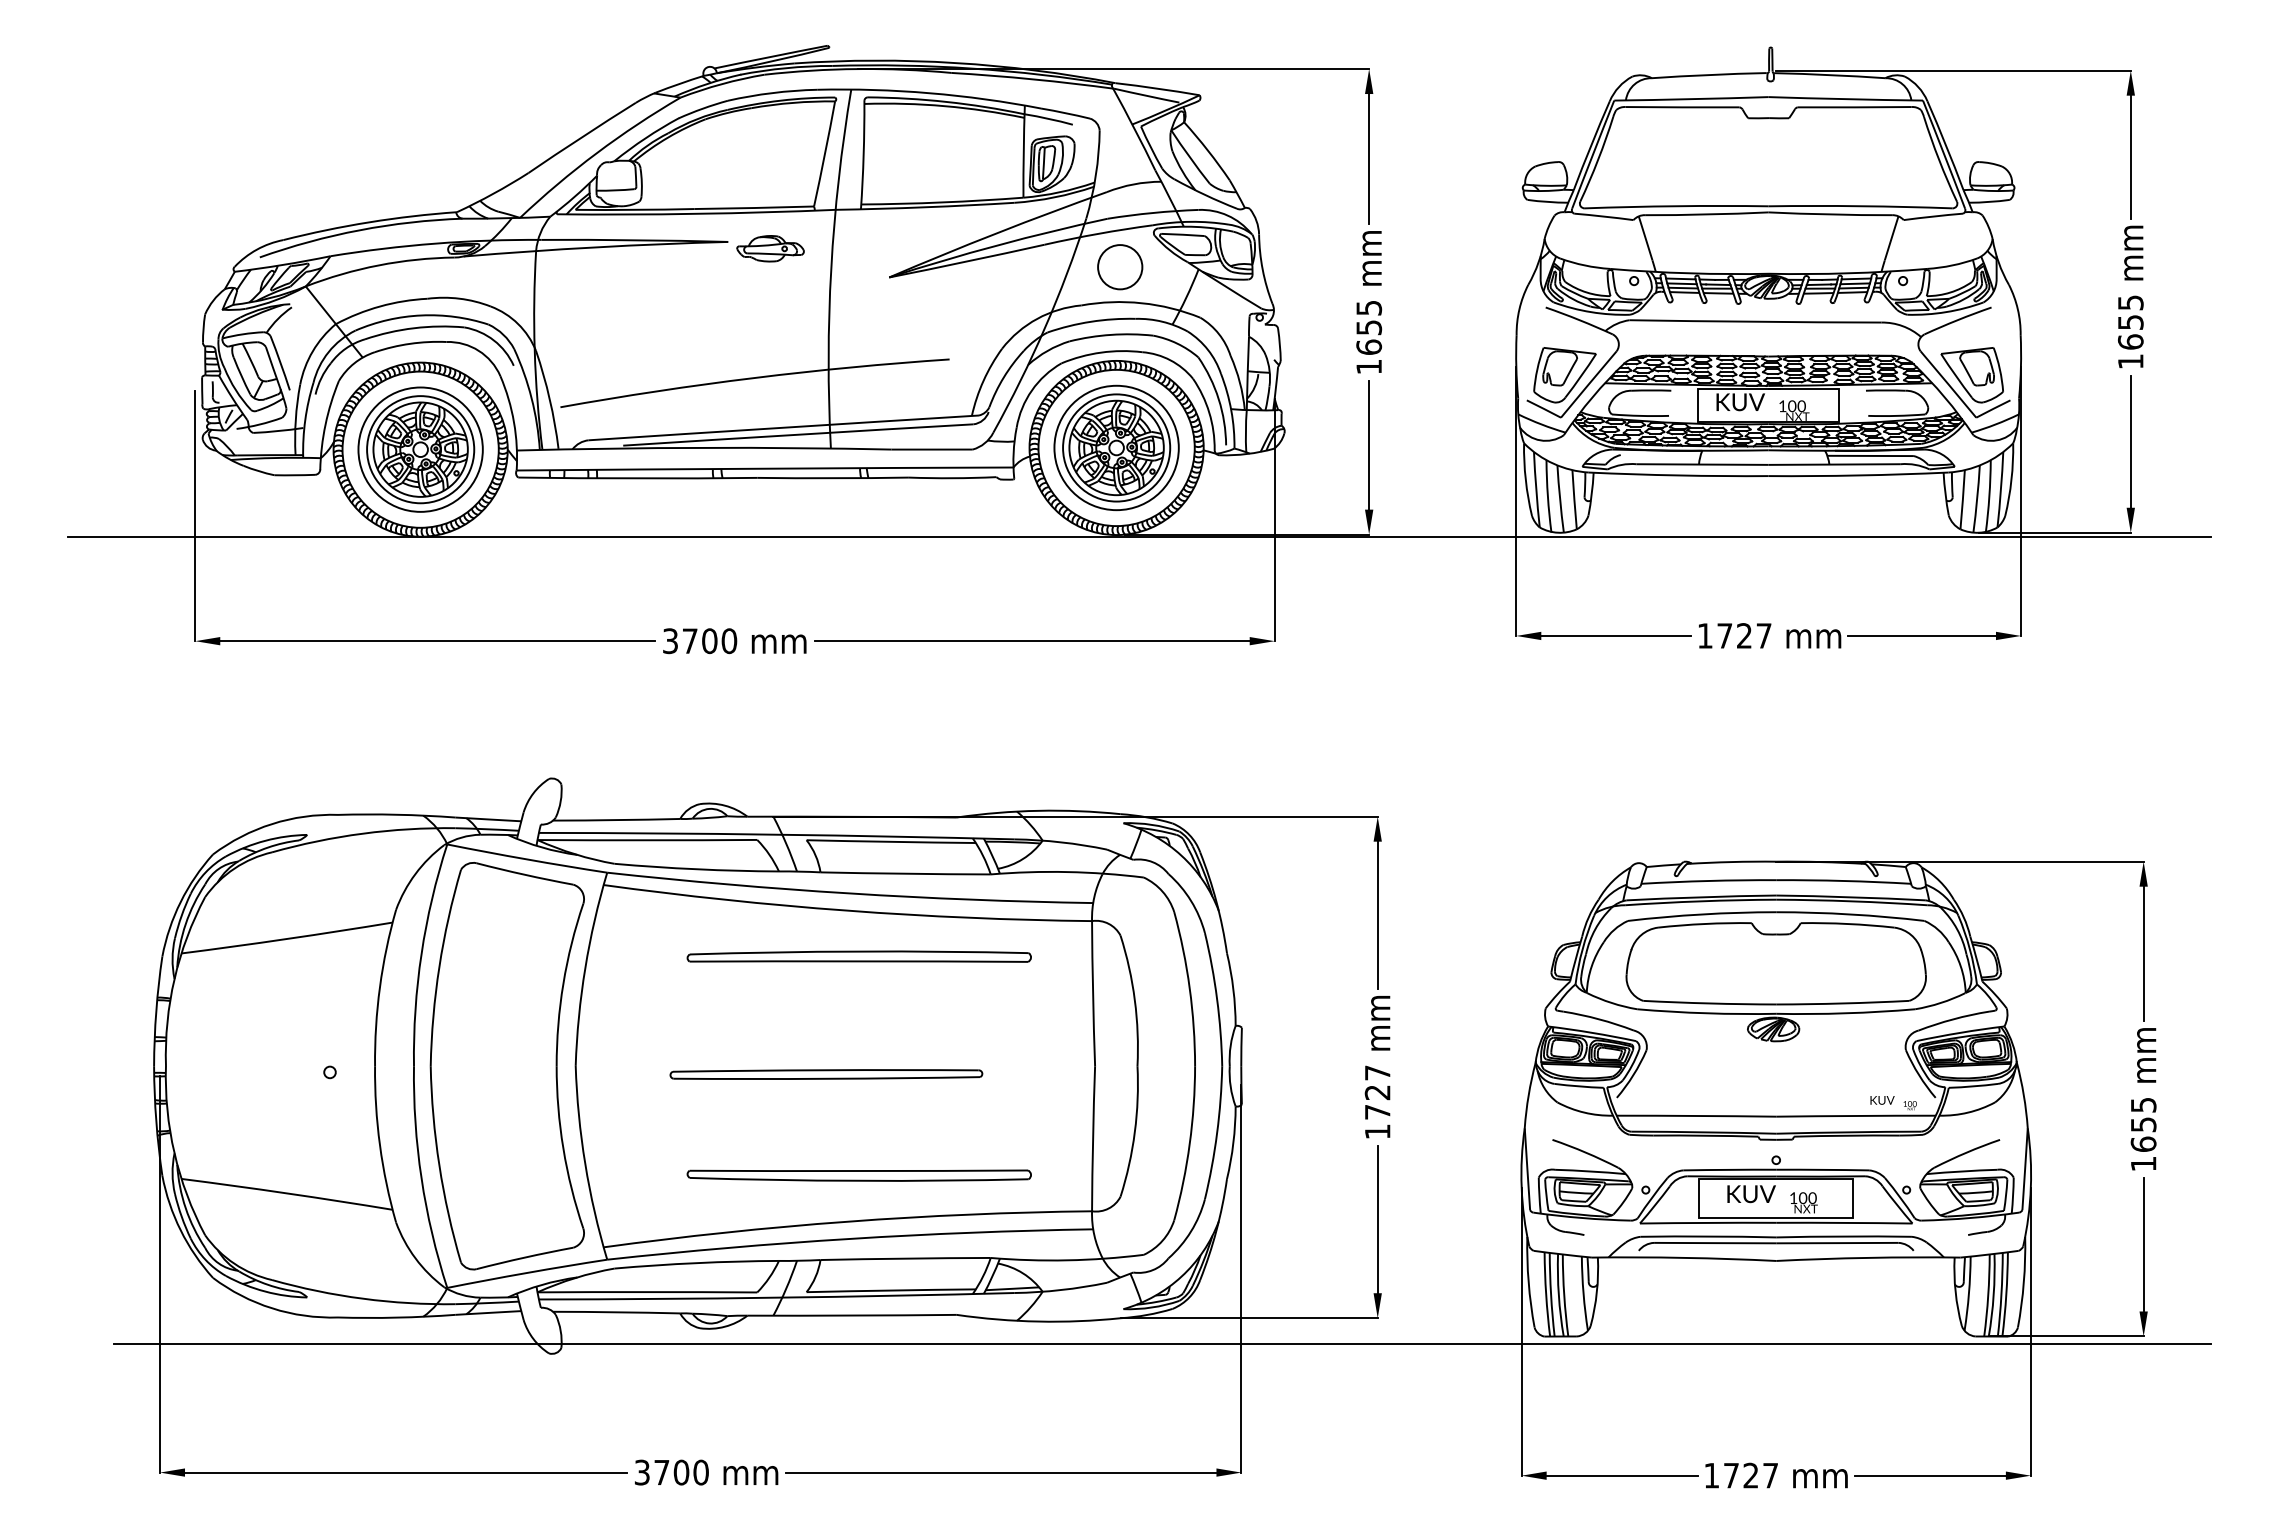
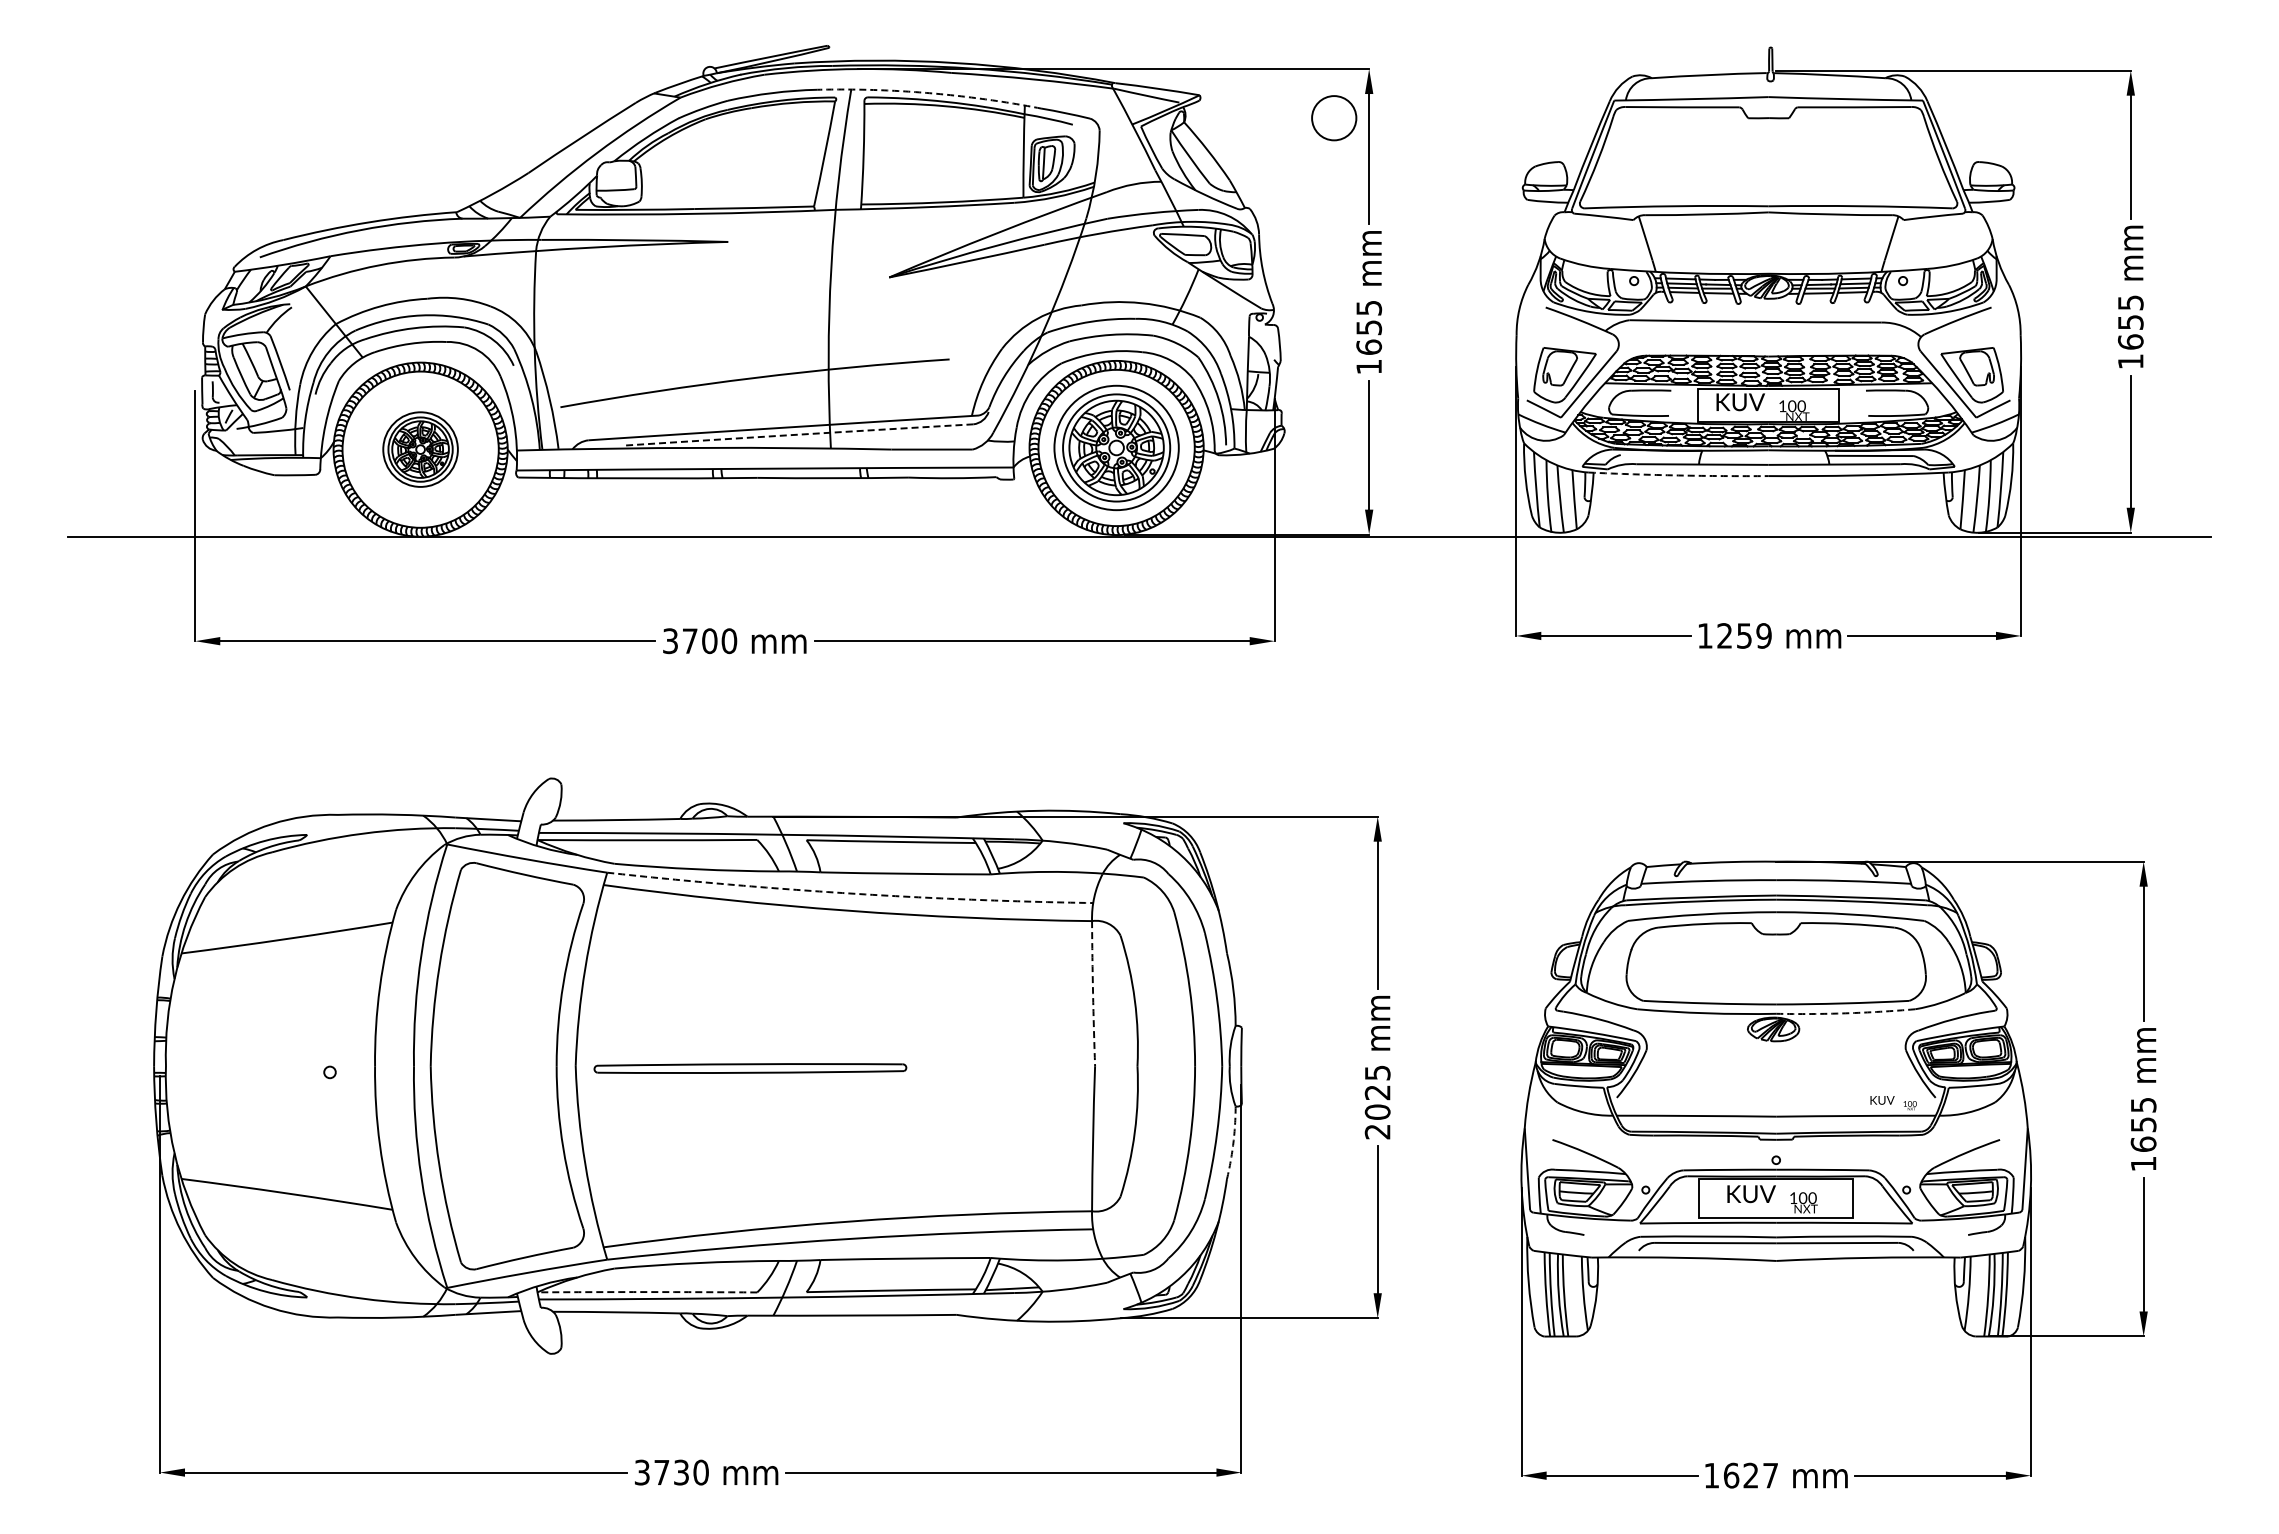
arc at (929, 93): solid -> dashed
part at (770, 248): present -> none
circle at (1120, 267) position: (1120, 267) -> (1334, 118)
arc at (798, 434): solid -> dashed
part at (420, 449) size: 127x127 px -> 77x77 px
arc at (1678, 475): solid -> dashed
text at (1744, 635): 1727 -> 1259
arc at (849, 893): solid -> dashed
part at (858, 956): present -> none
arc at (1093, 993): solid -> dashed
arc at (1845, 1013): solid -> dashed
part at (826, 1074) position: (826, 1074) -> (750, 1068)
text at (1377, 1102): 1727 -> 2025
arc at (1233, 1143): solid -> dashed
part at (858, 1175): present -> none
arc at (647, 1292): solid -> dashed
line at (1162, 1343): present -> none
text at (681, 1472): 3700 -> 3730
text at (1731, 1475): 1727 -> 1627
